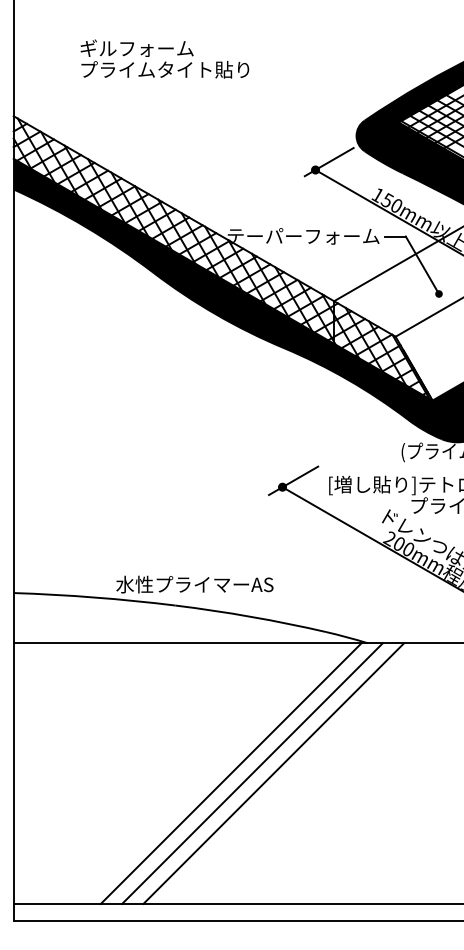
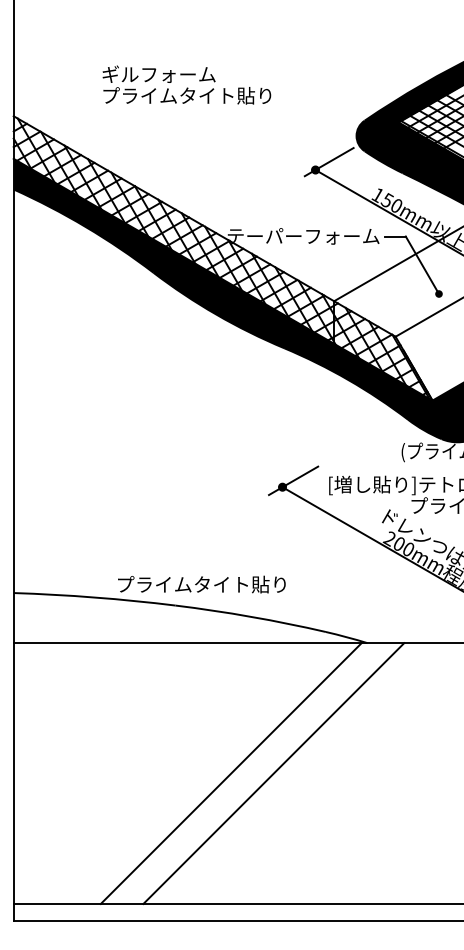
text at (164, 58) position: (164, 58) -> (186, 84)
text at (200, 584): 水性プライマーAS -> プライムタイト貼り
line at (252, 773): present -> none
